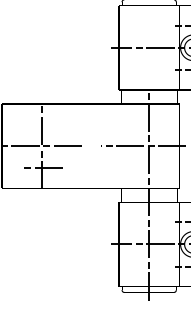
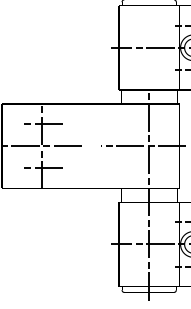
line at (41, 123): none -> present
